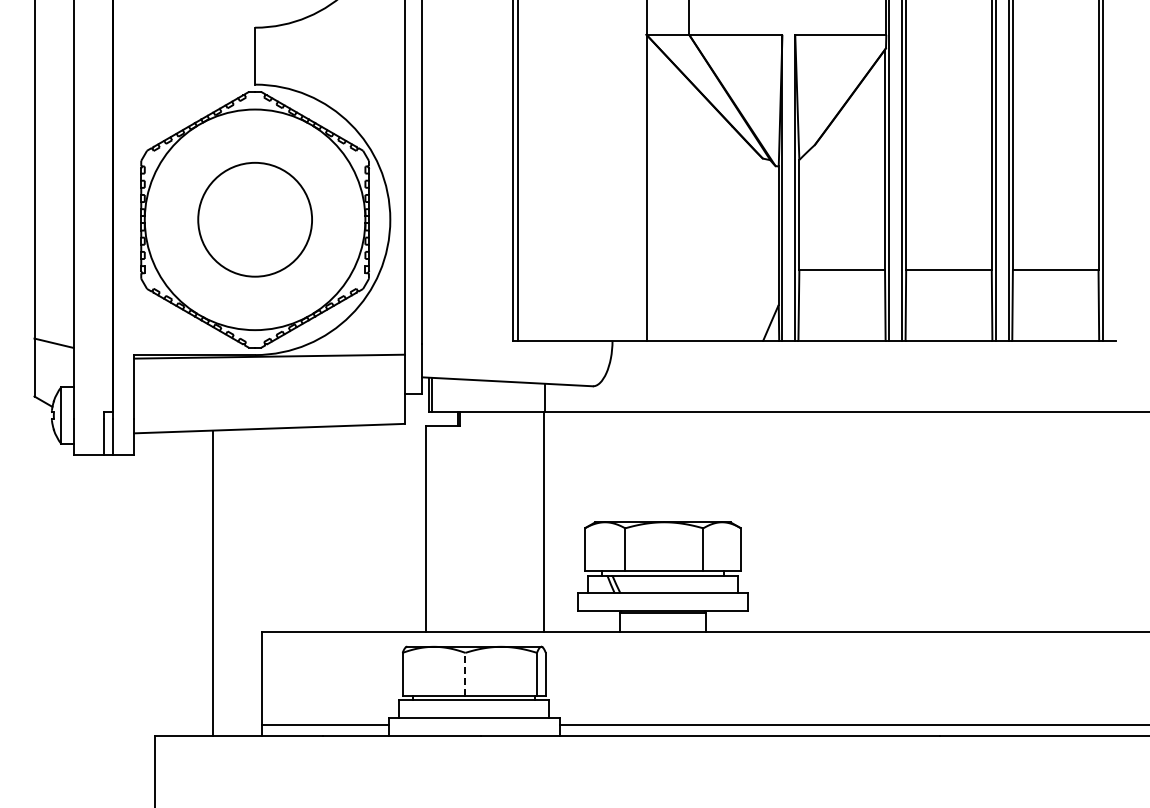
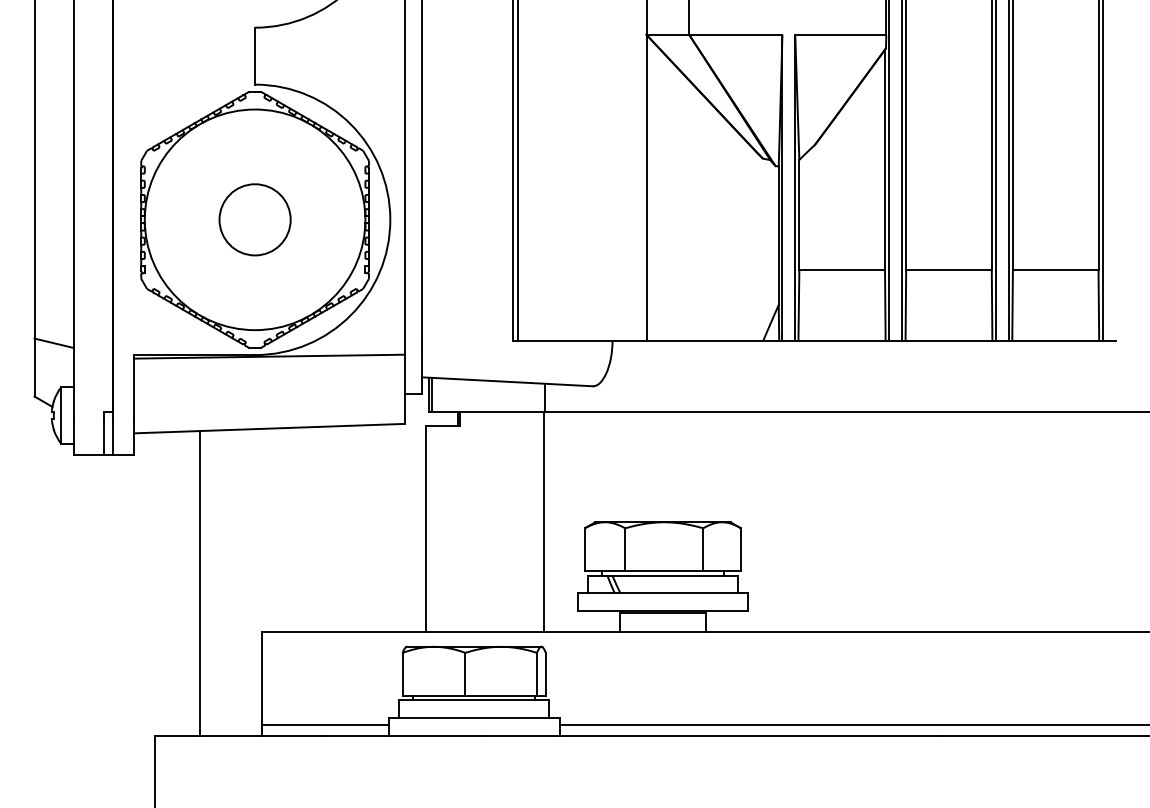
circle at (254, 219) size: 116x116 px -> 74x74 px
line at (212, 583) position: (212, 583) -> (199, 583)
line at (465, 674): dashed -> solid
